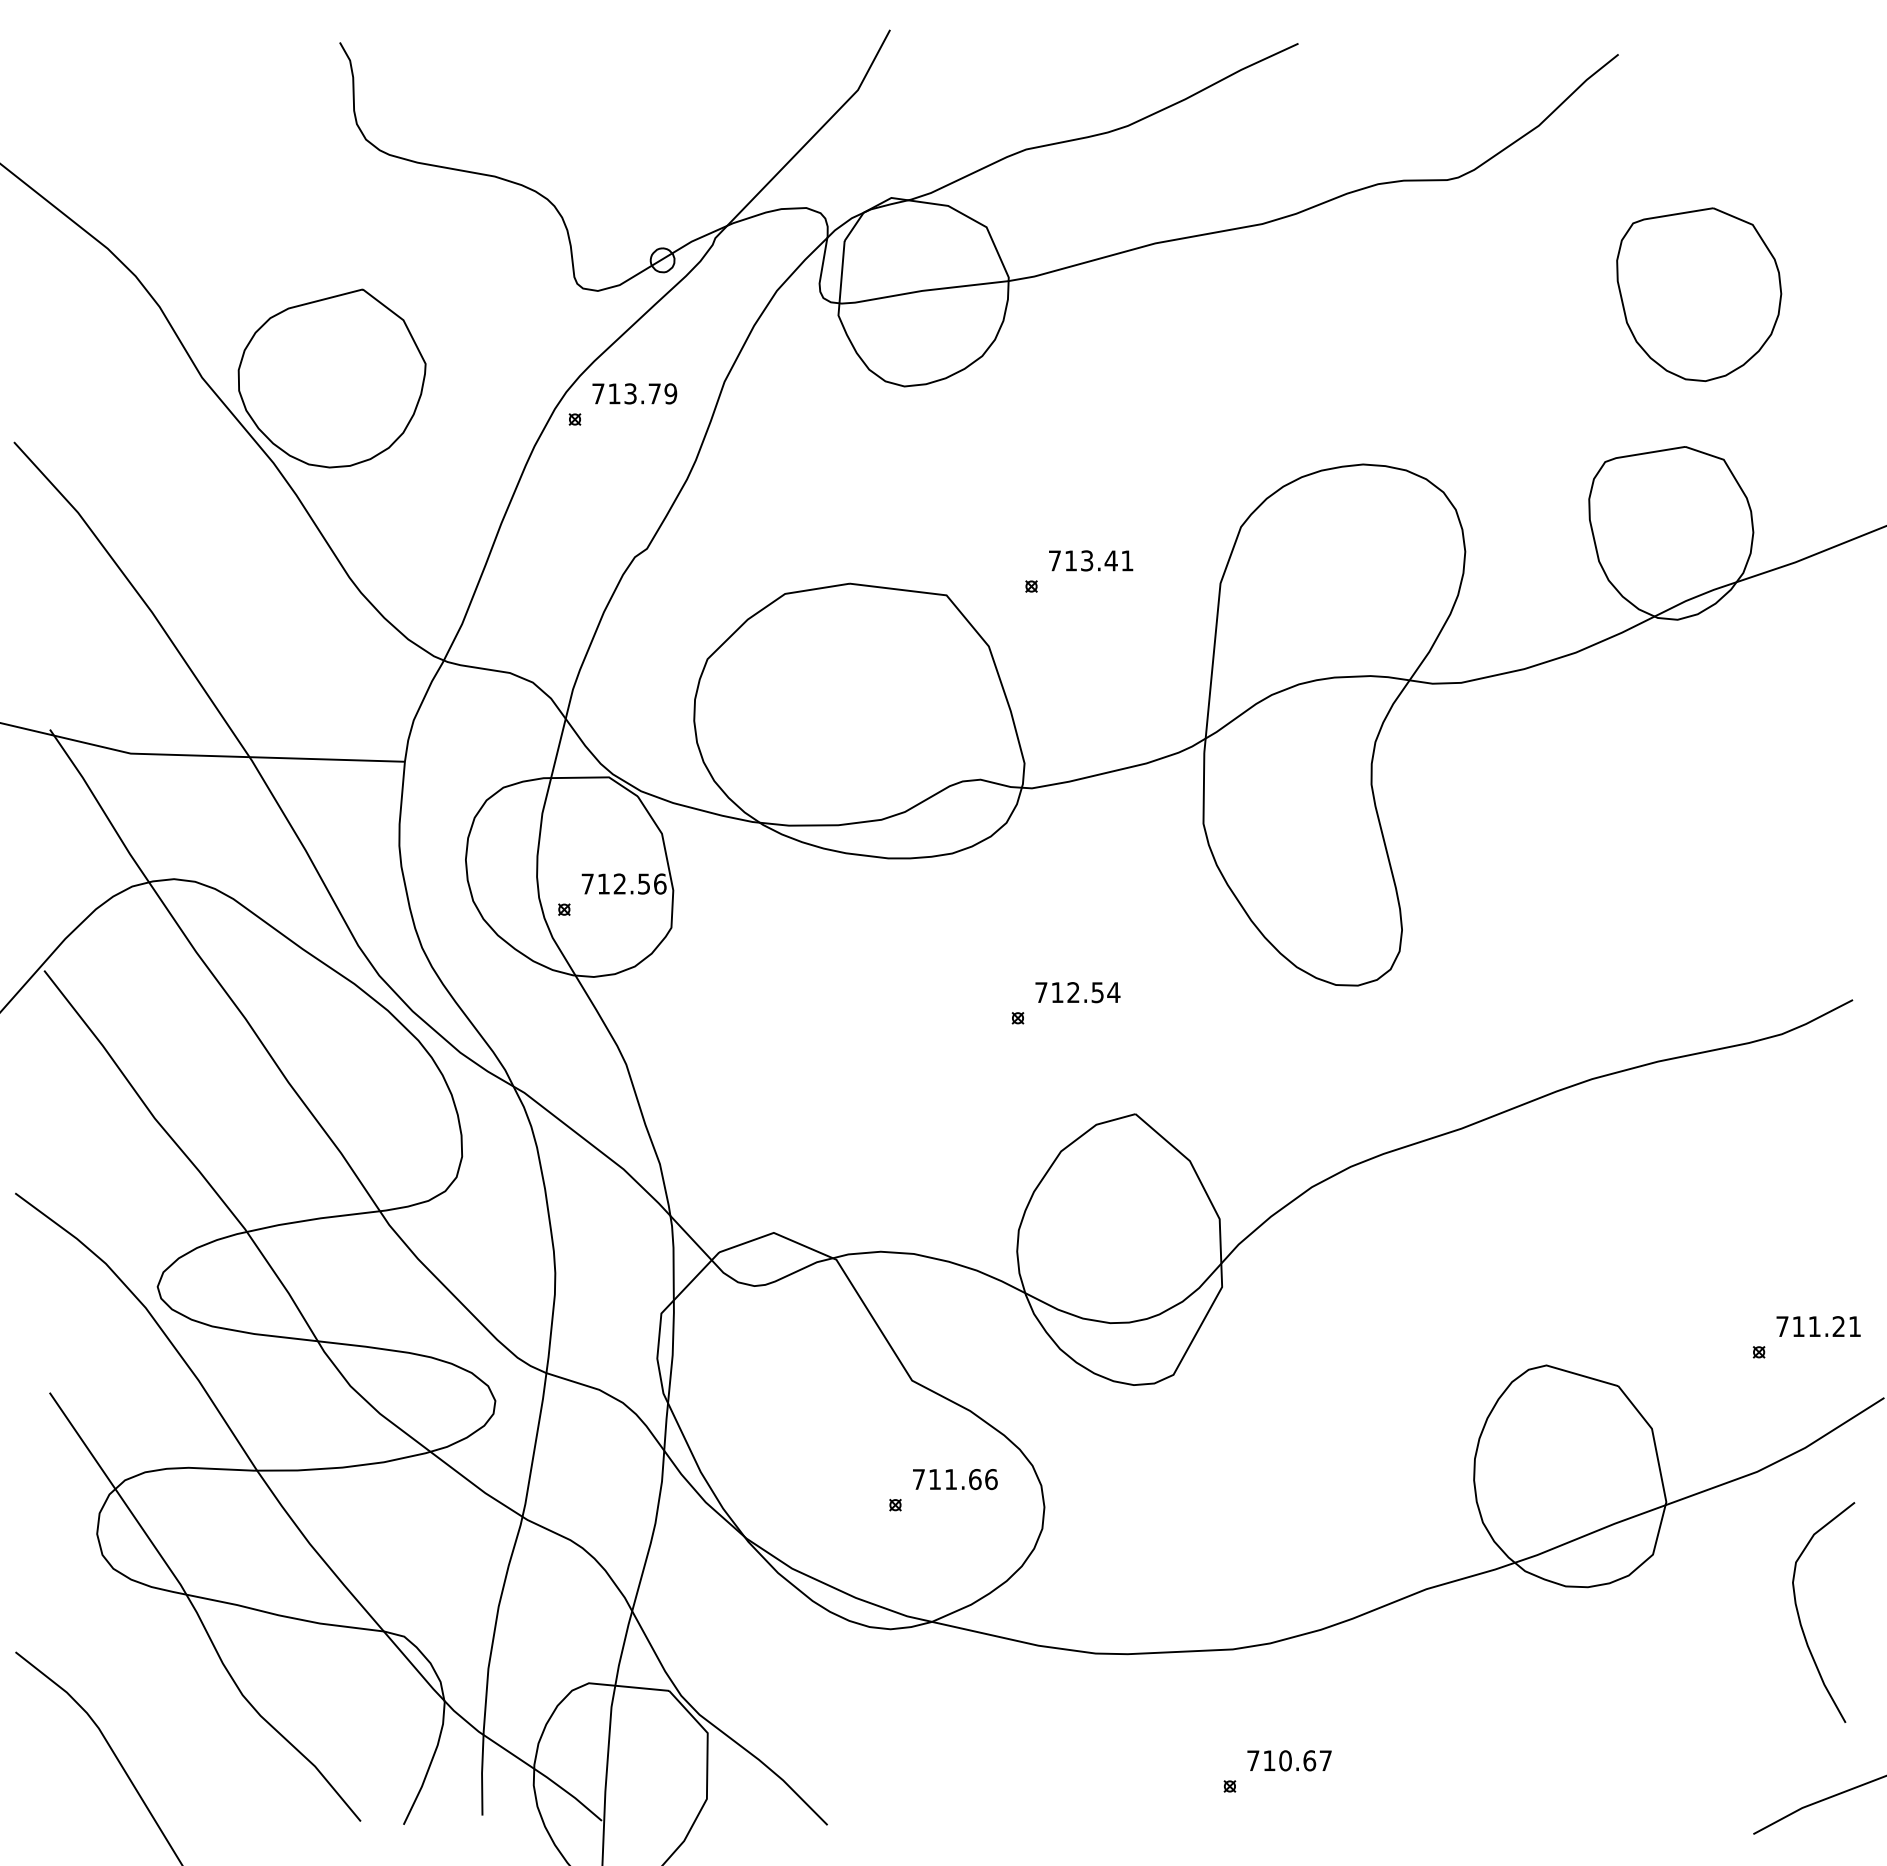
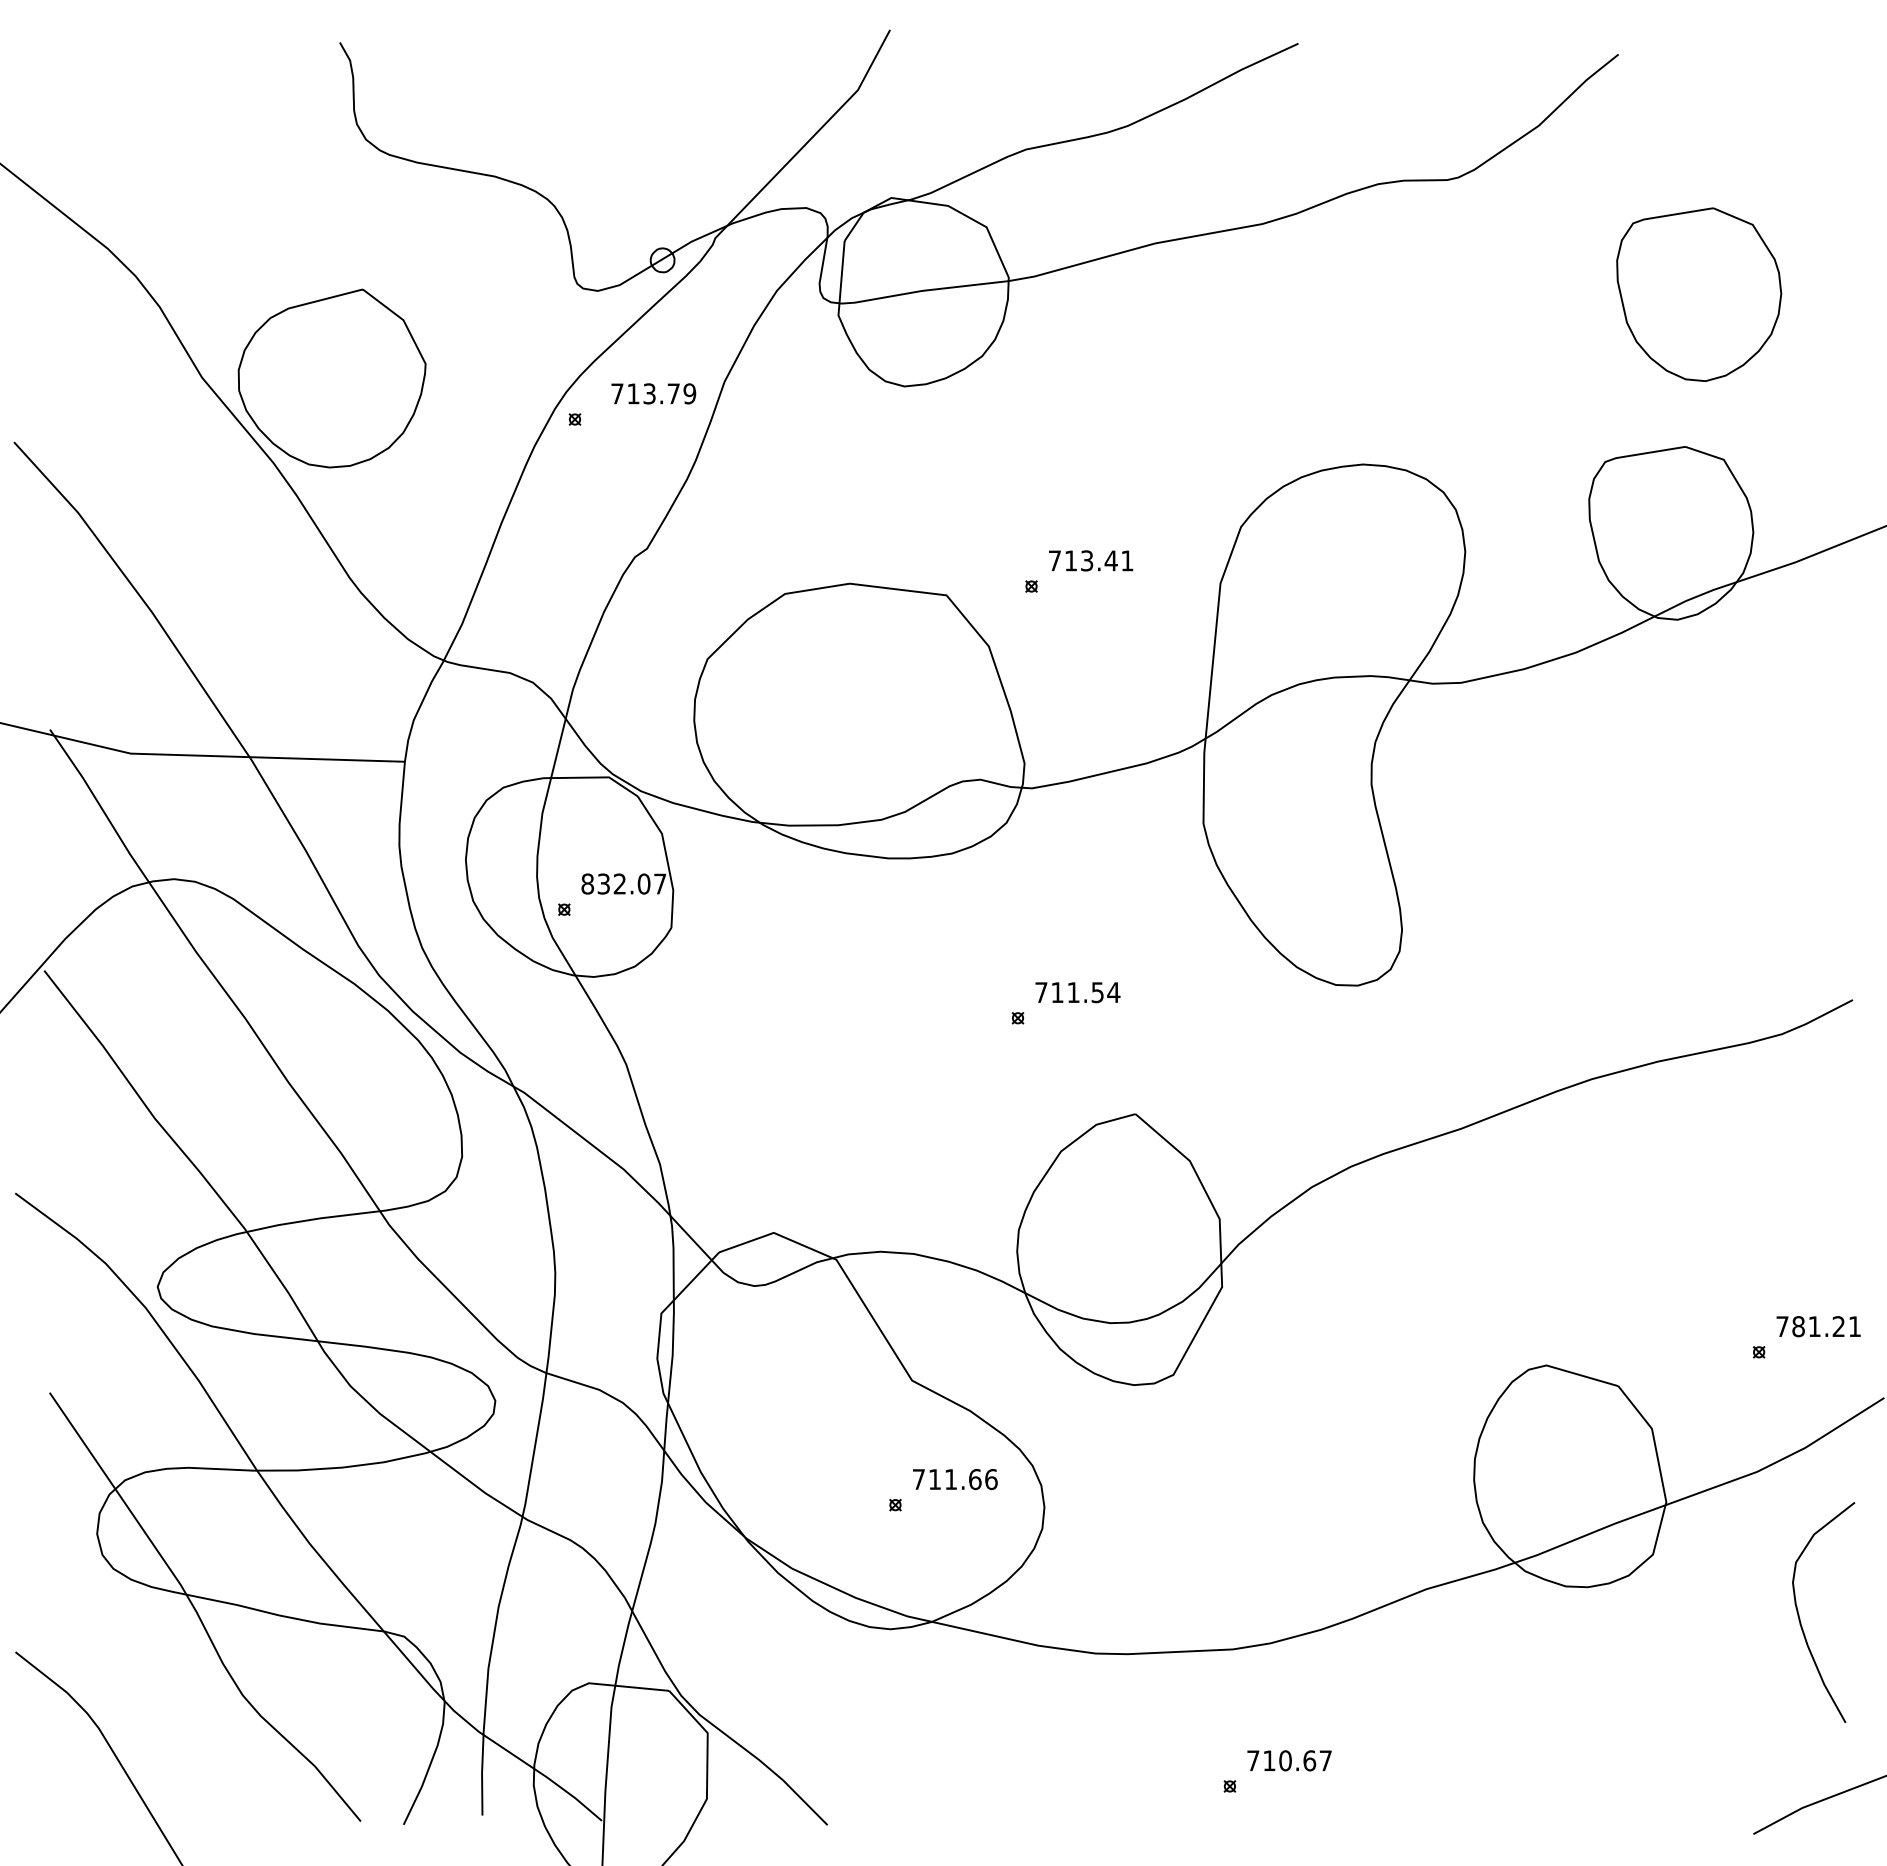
text at (634, 393) position: (634, 393) -> (653, 393)
text at (623, 883): 712.56 -> 832.07
text at (1073, 992): 712.54 -> 711.54
text at (1798, 1326): 711.21 -> 781.21
